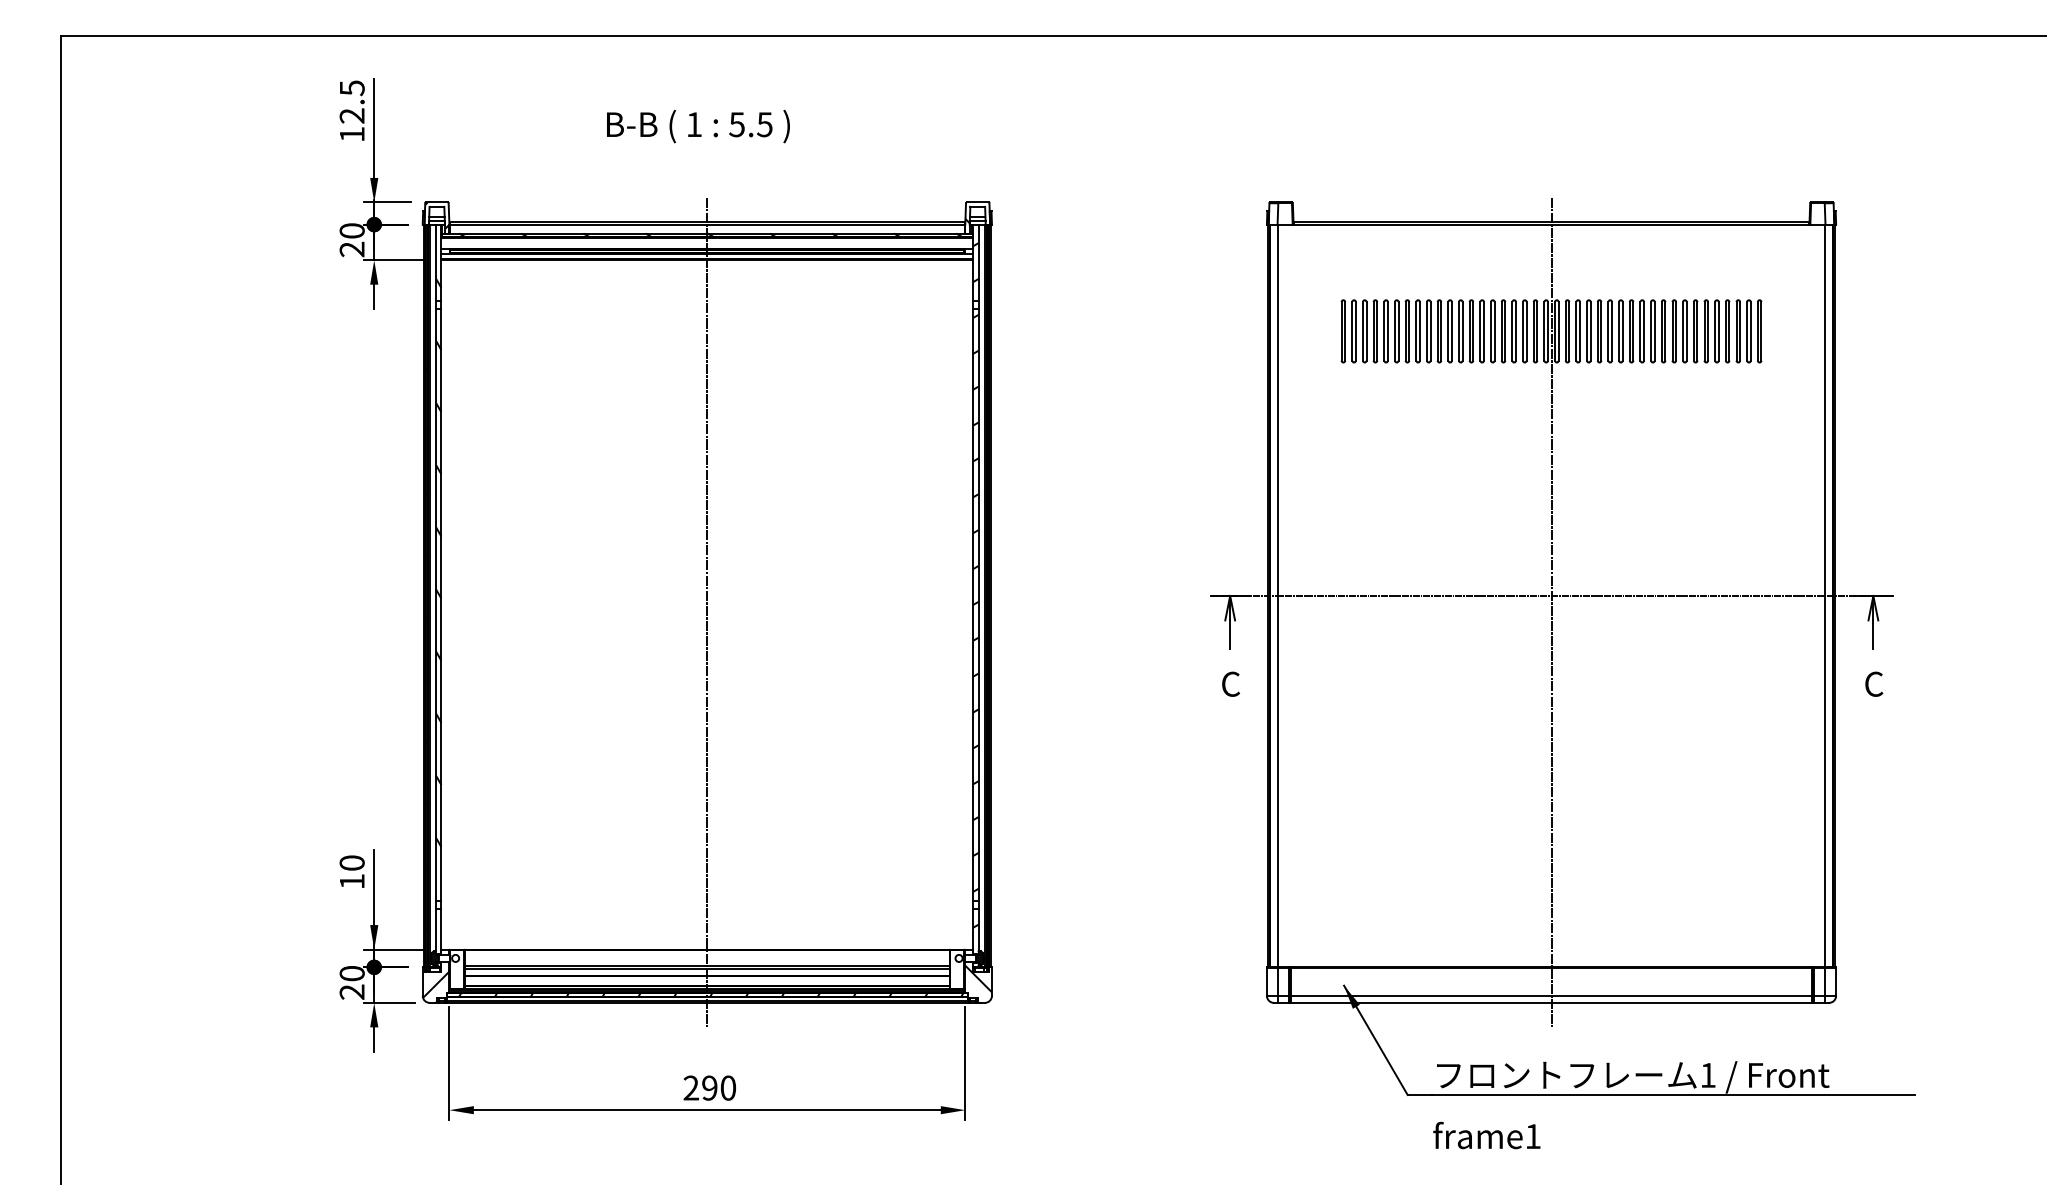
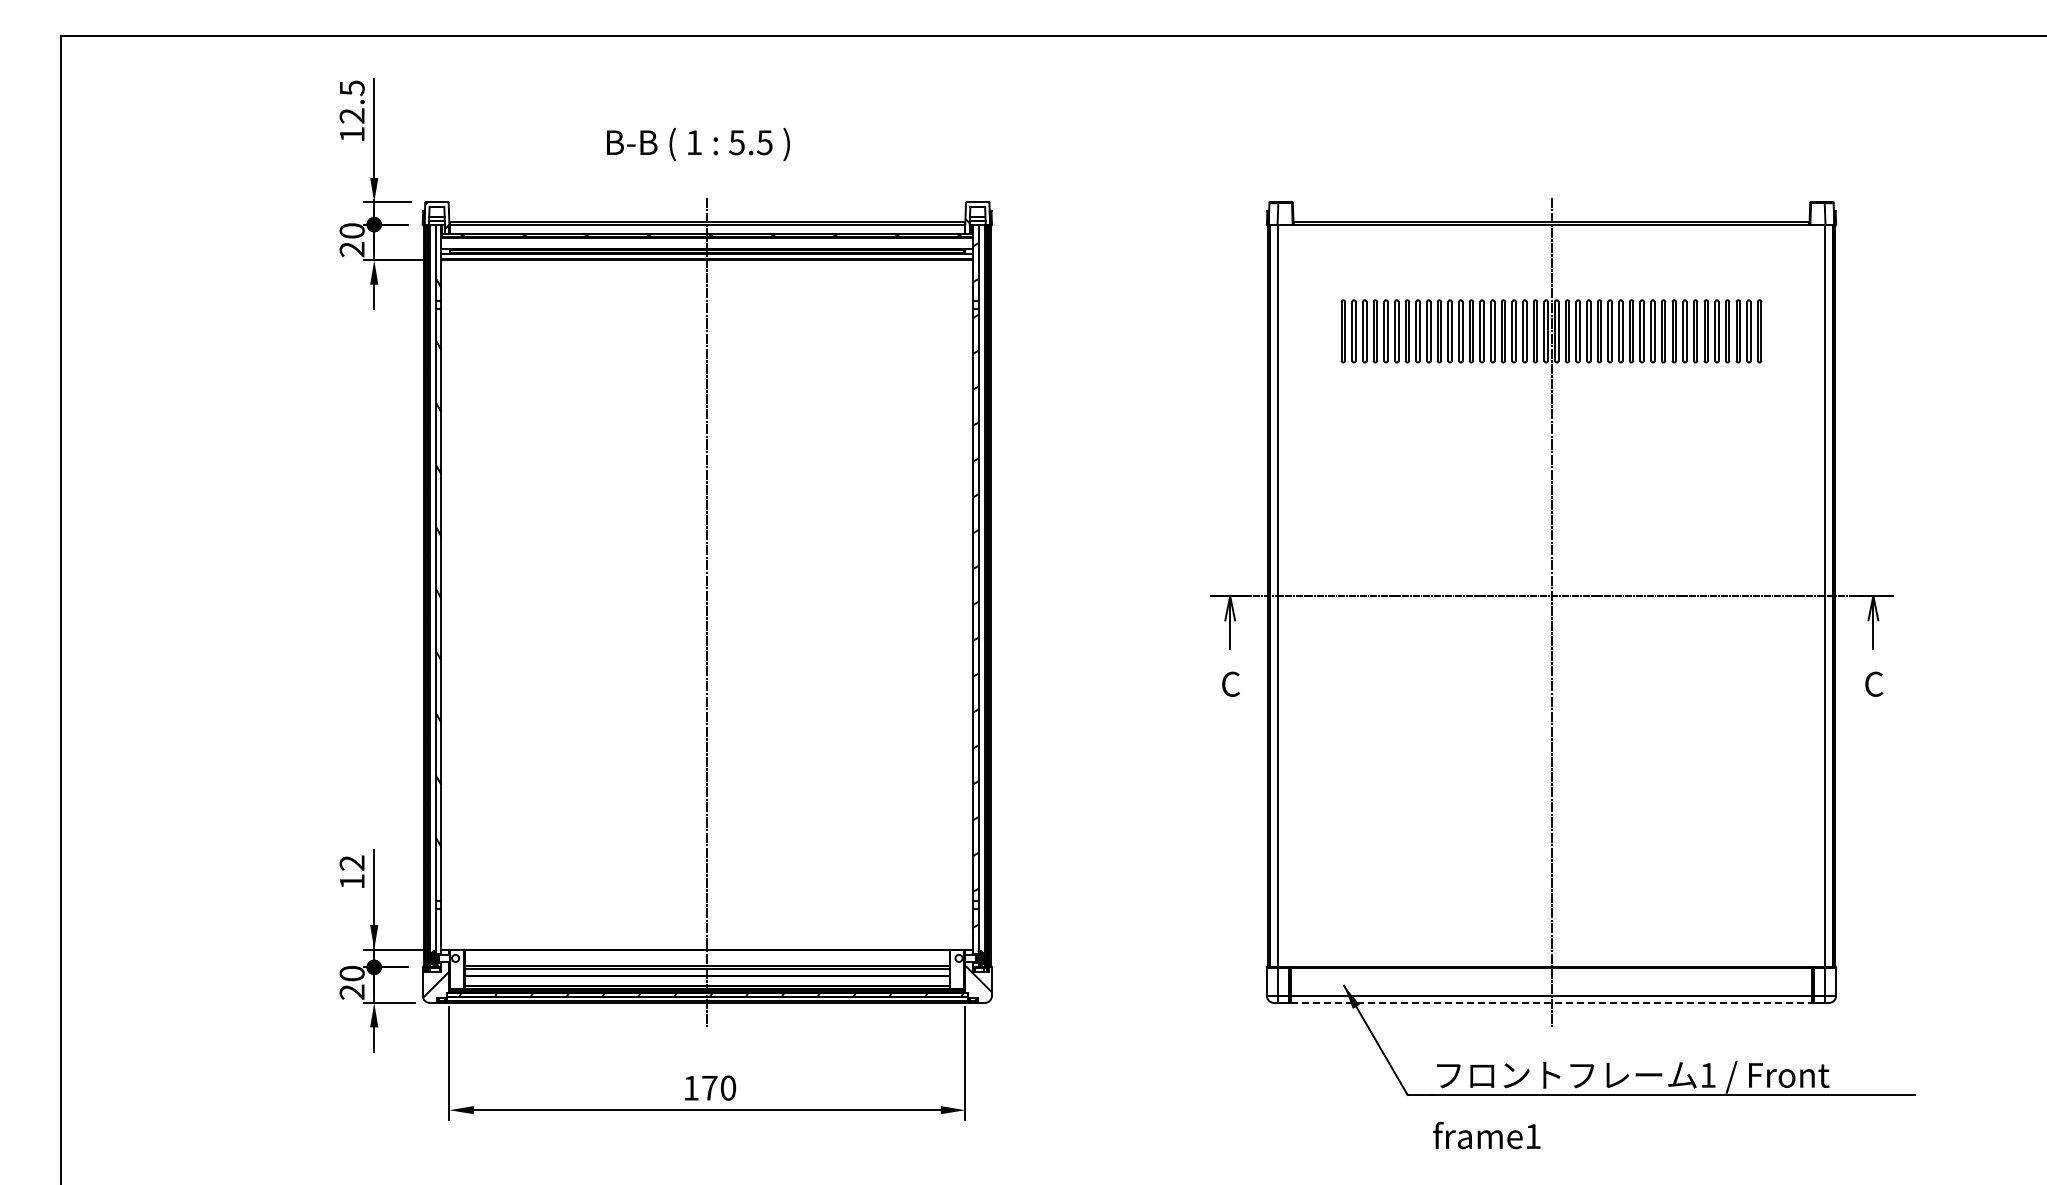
text at (698, 126) position: (698, 126) -> (698, 144)
text at (351, 862): 10 -> 12
line at (1551, 1002): solid -> dashed
text at (700, 1087): 290 -> 170
